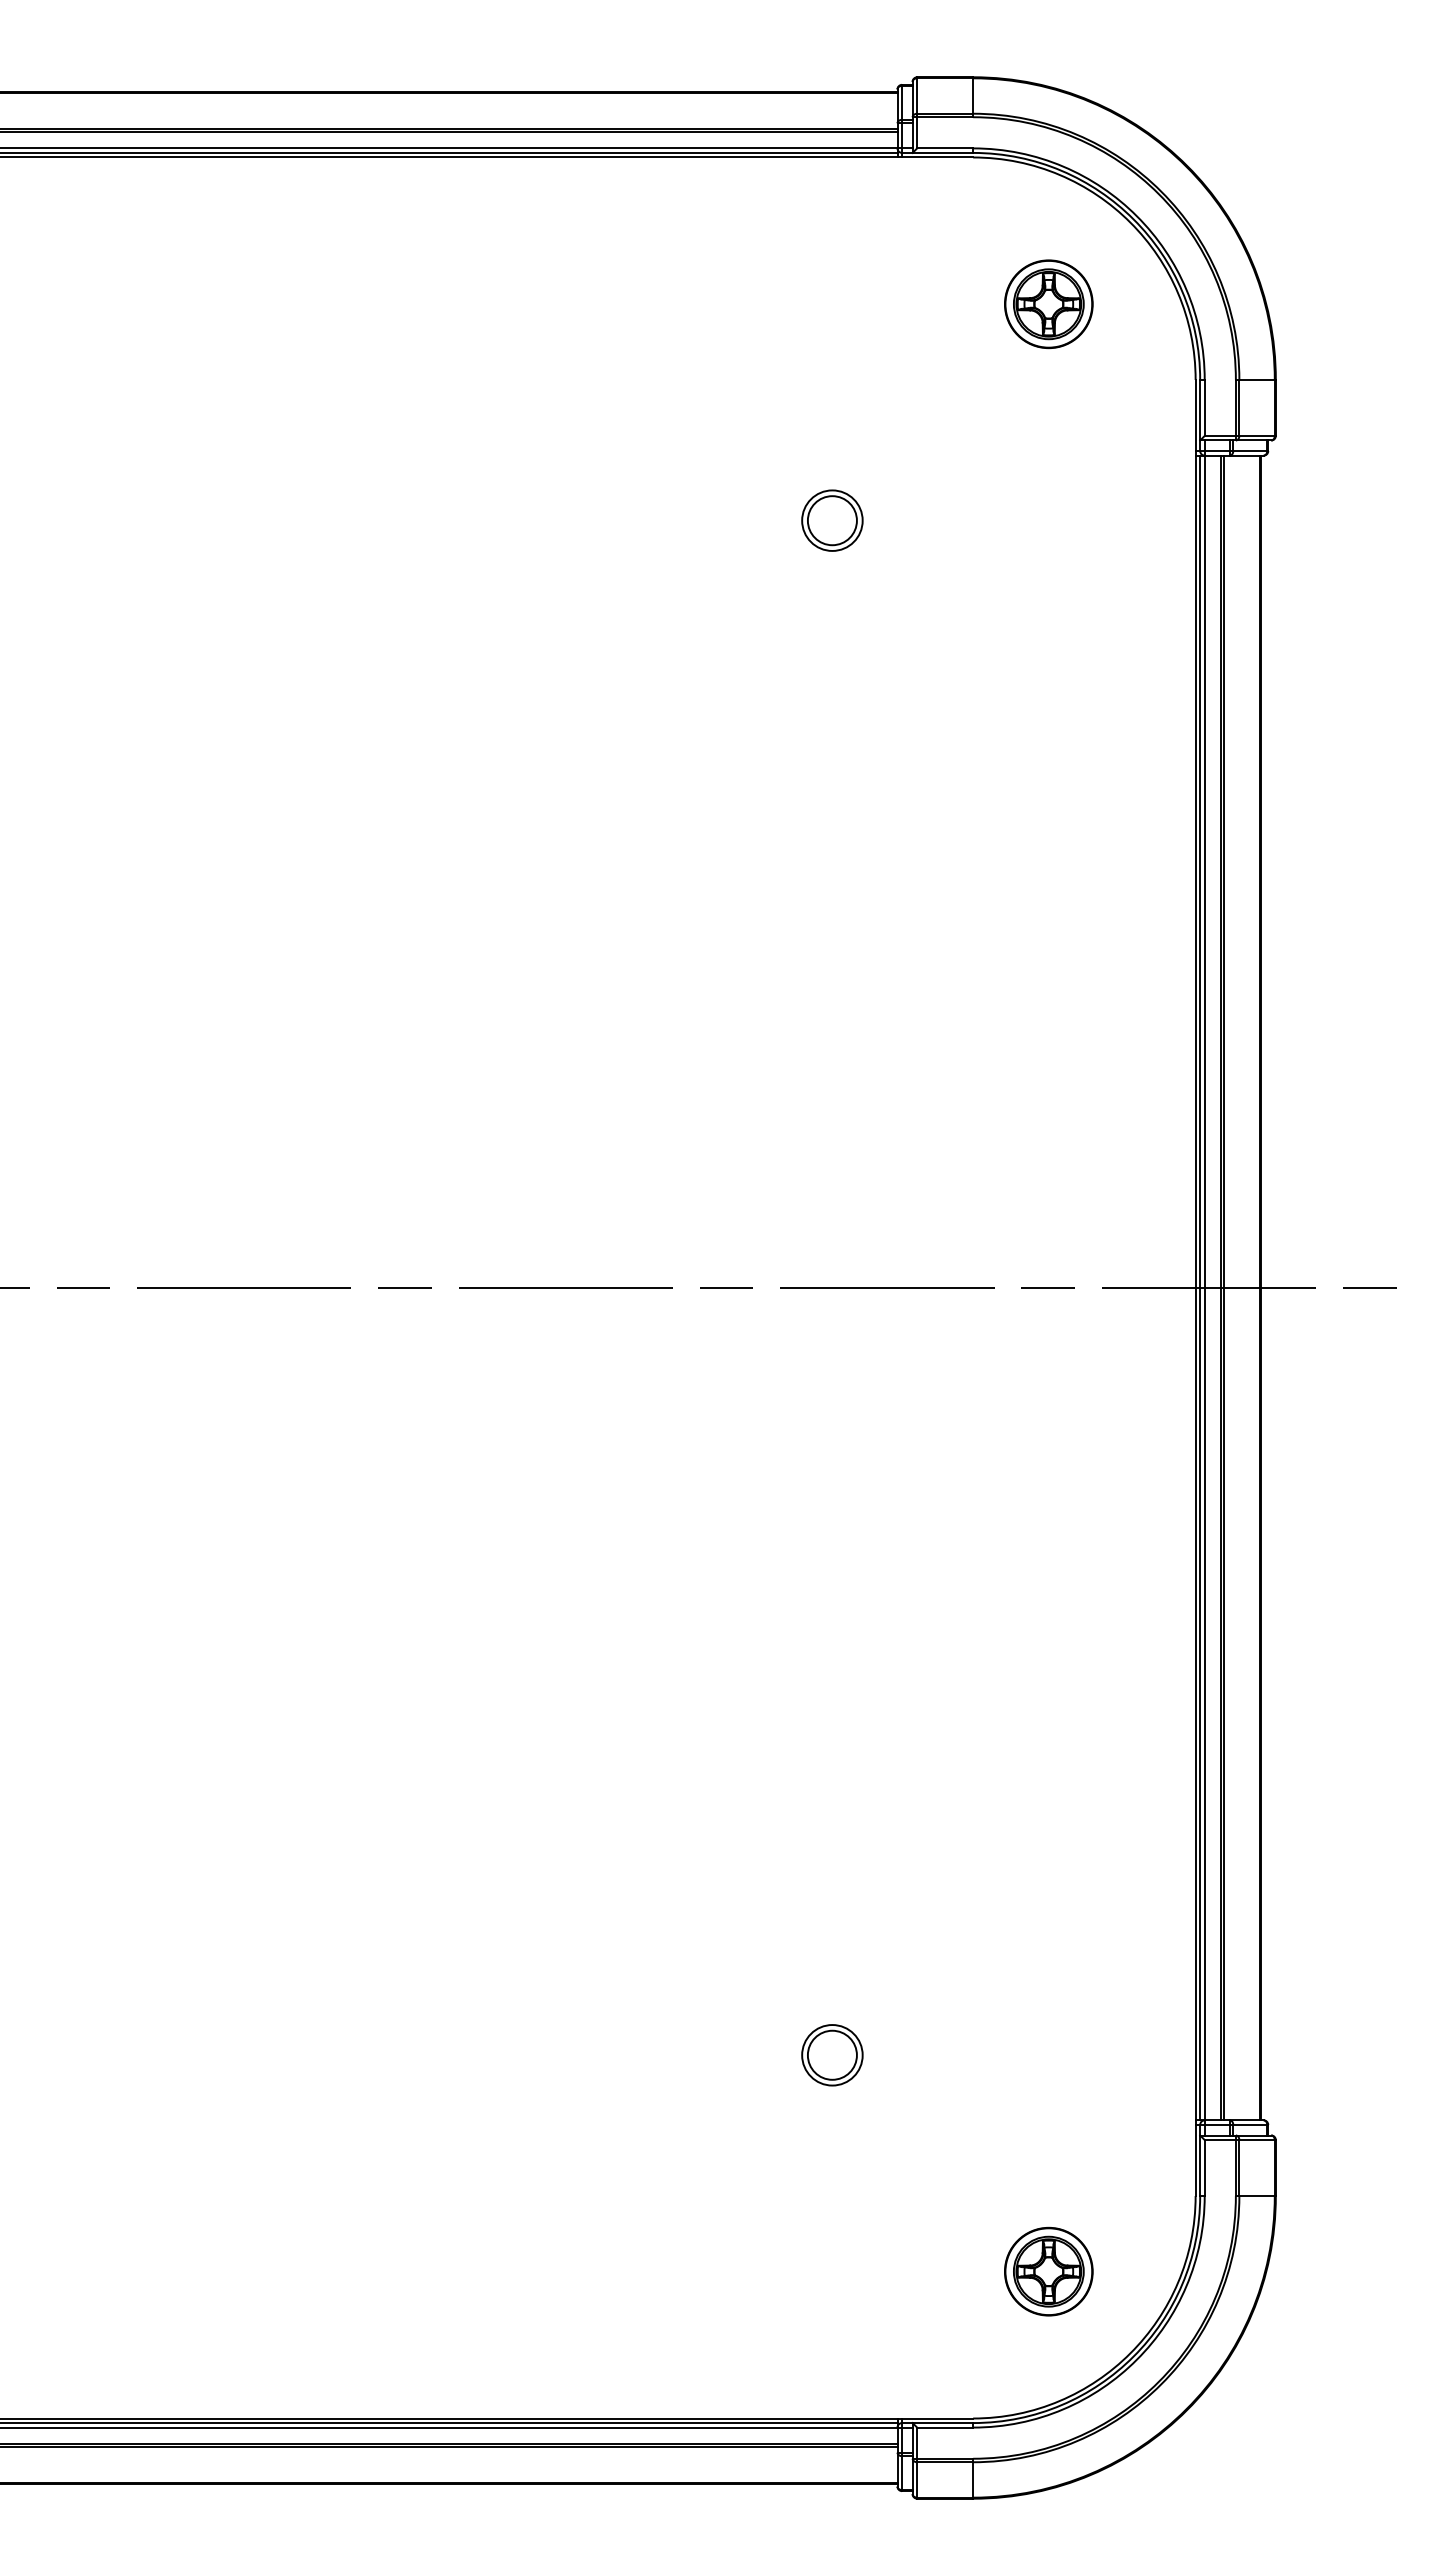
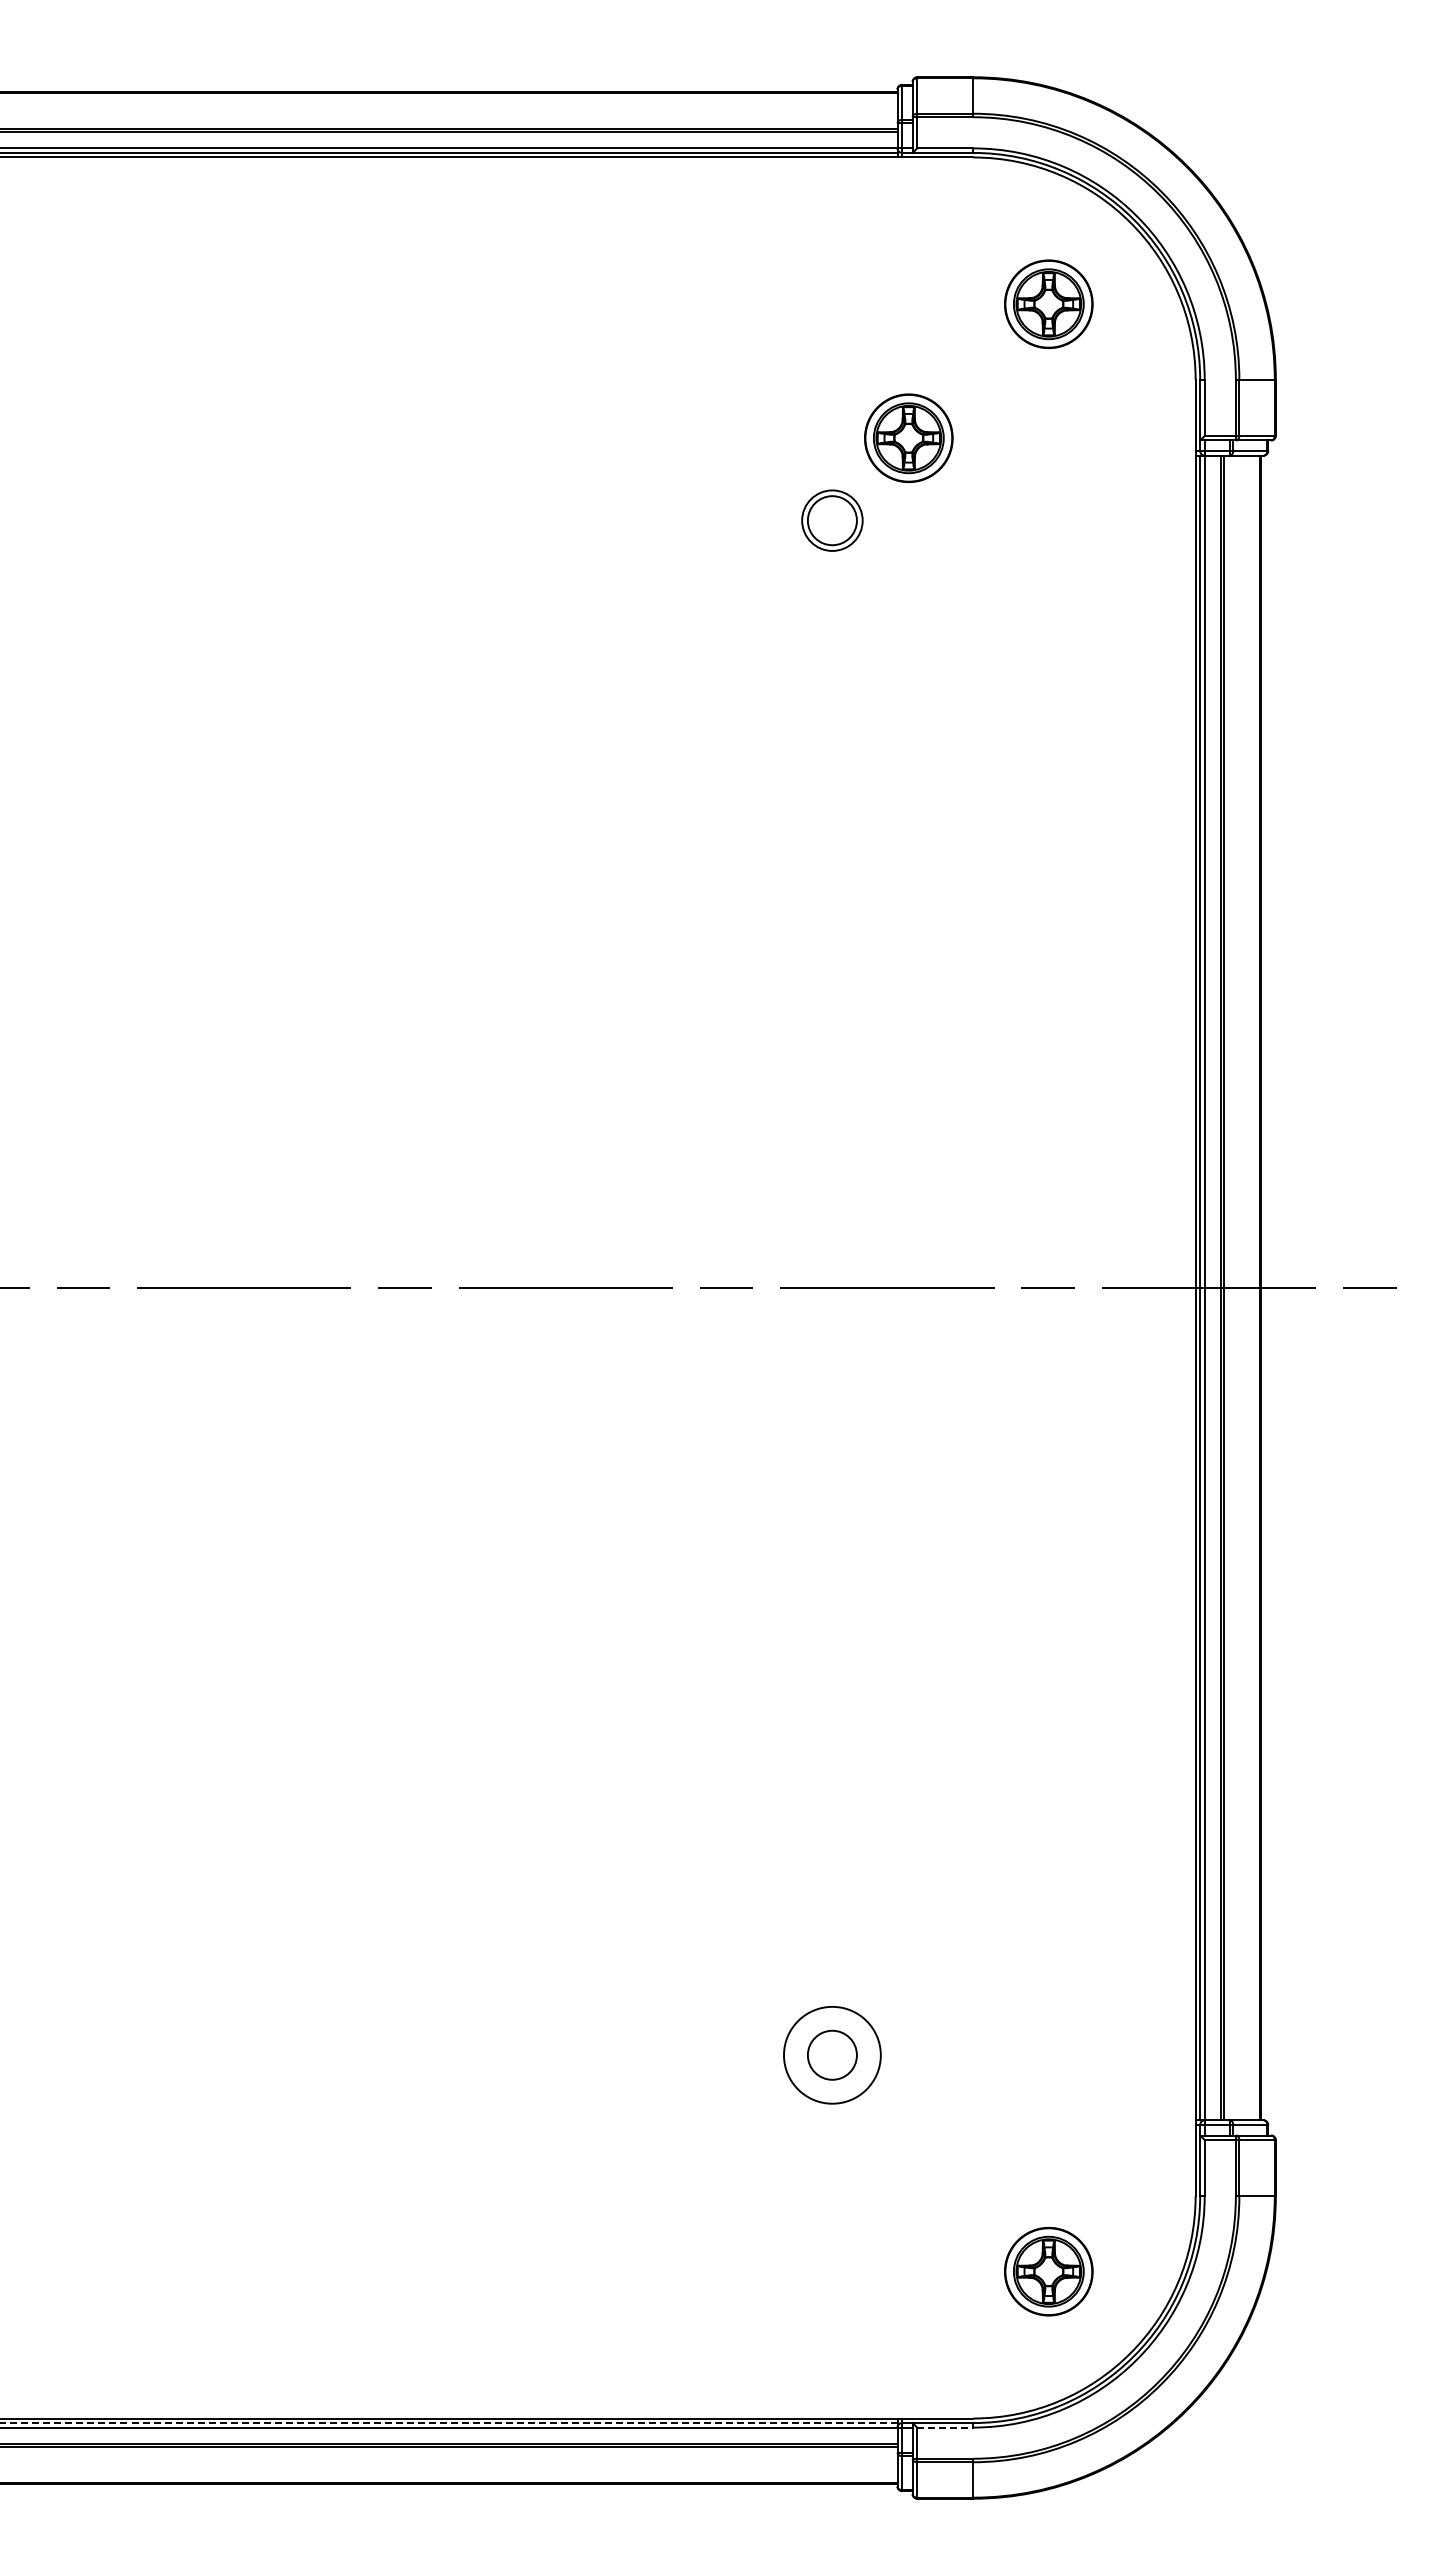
part at (908, 438): none -> present
circle at (832, 2055) diameter: 61 px -> 97 px
line at (448, 2423): solid -> dashed
line at (945, 2427): solid -> dashed
